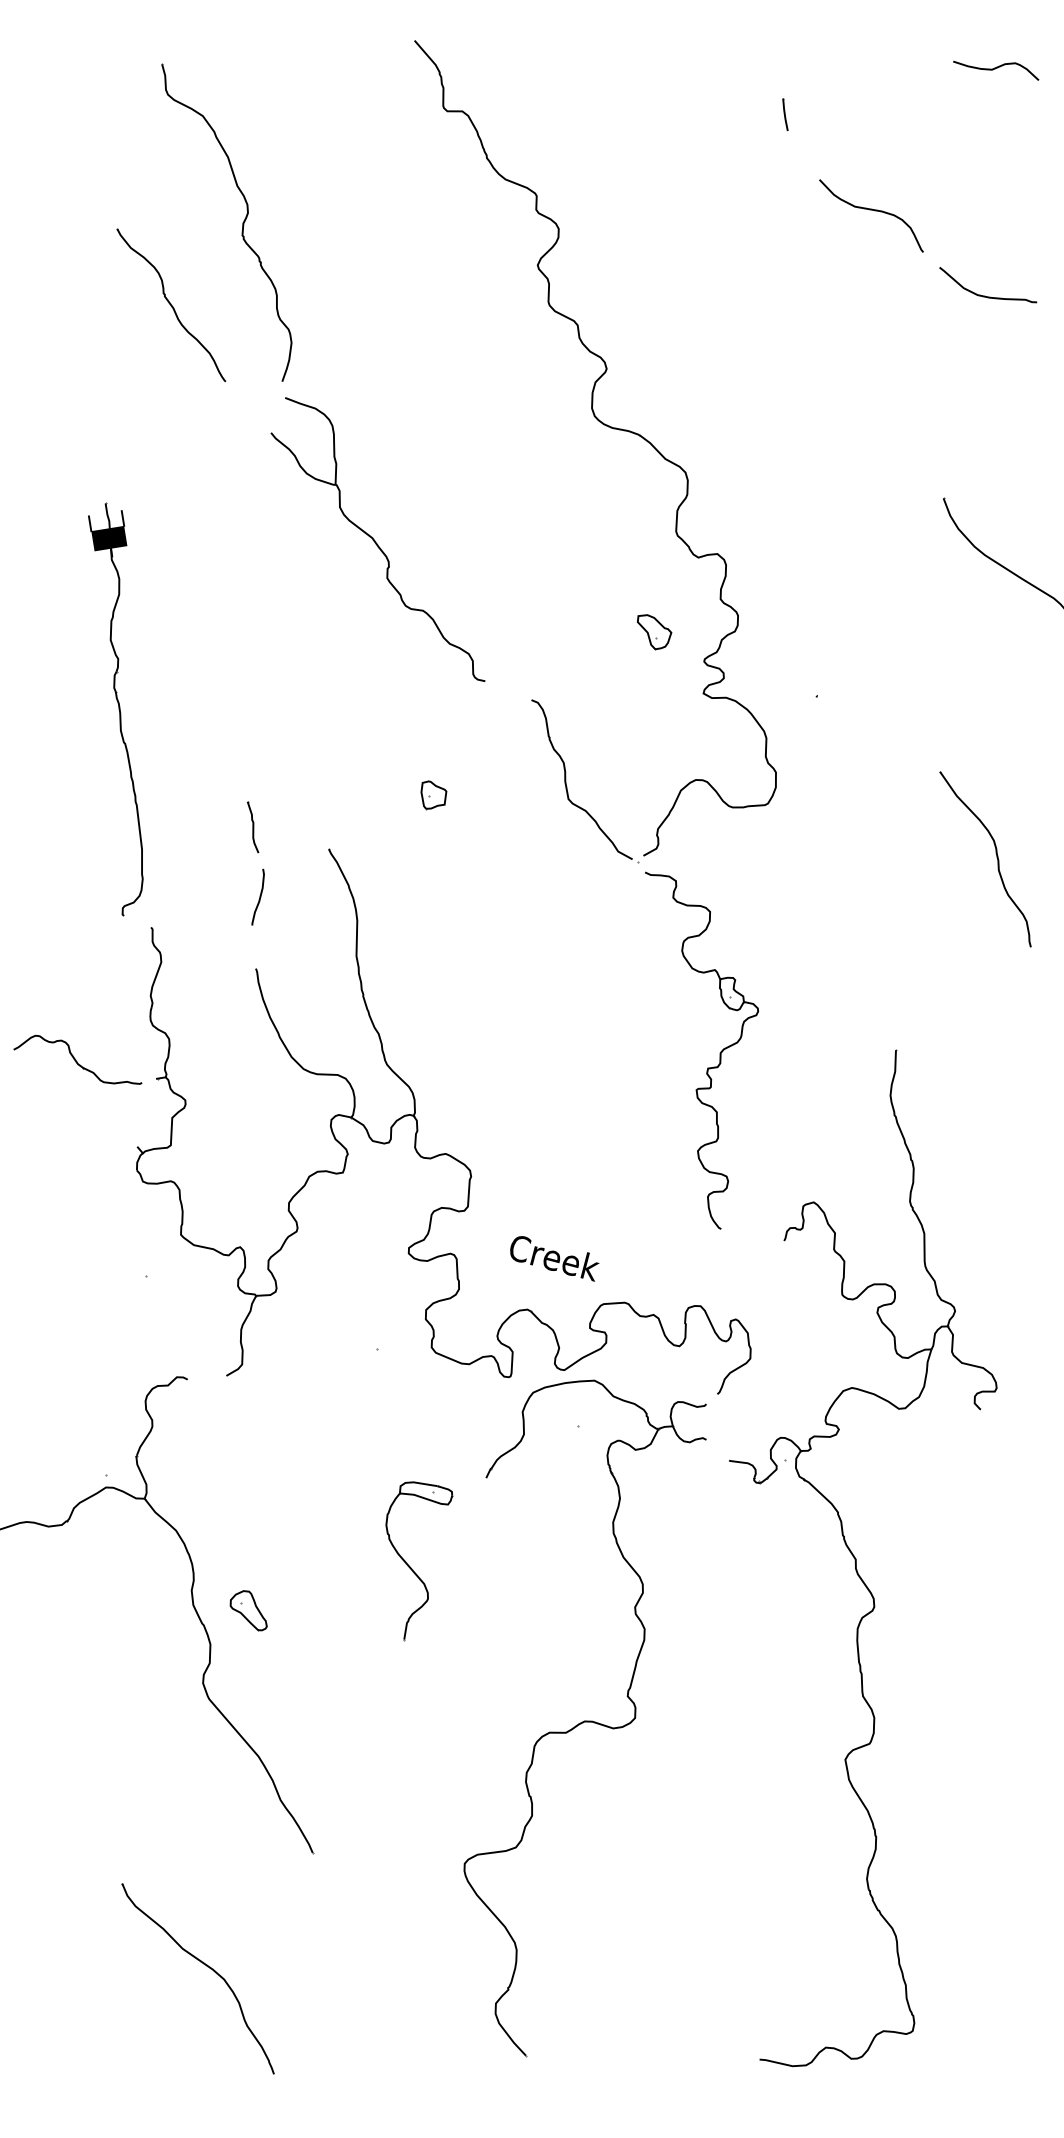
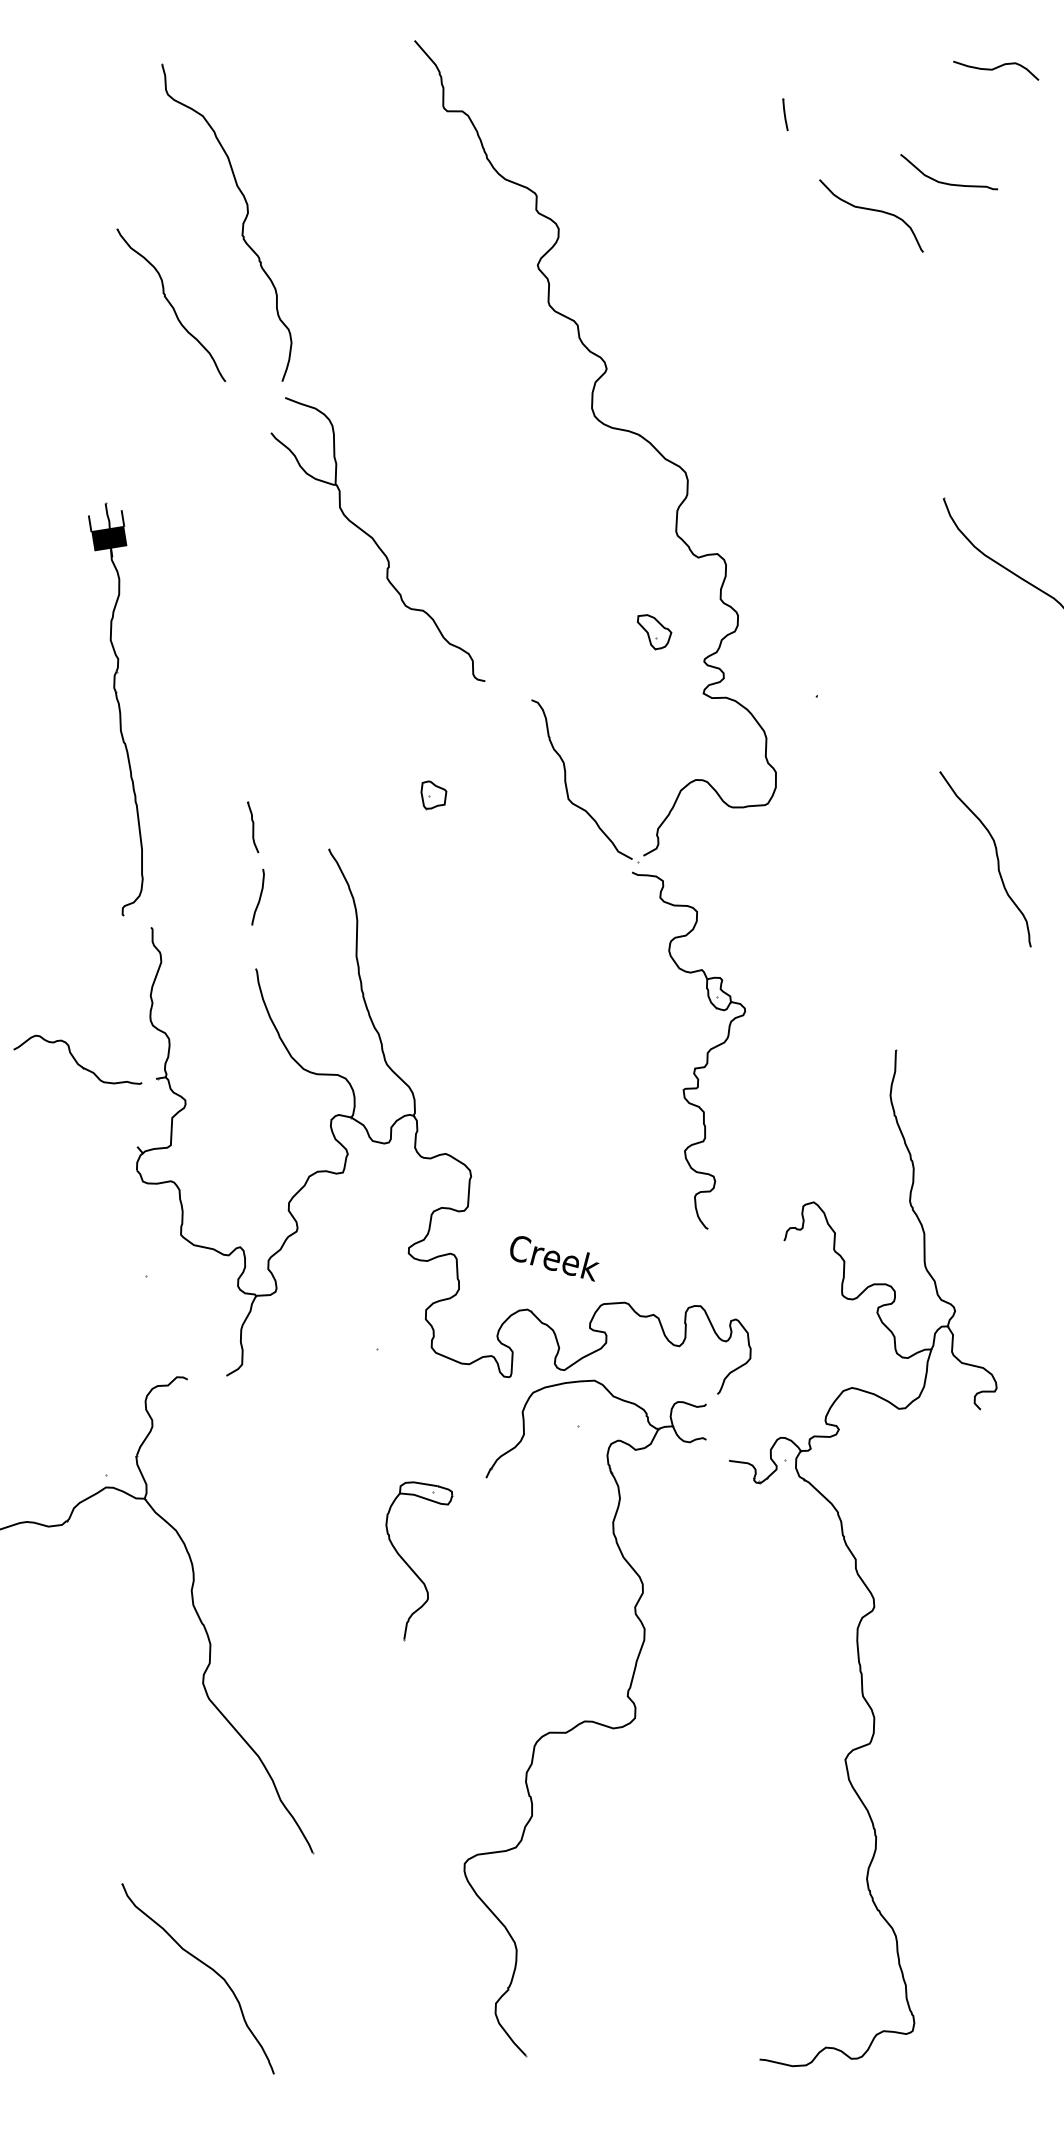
curve at (985, 295) position: (985, 295) -> (946, 182)
part at (719, 1053) position: (719, 1053) -> (706, 1053)
part at (248, 1610): present -> none
